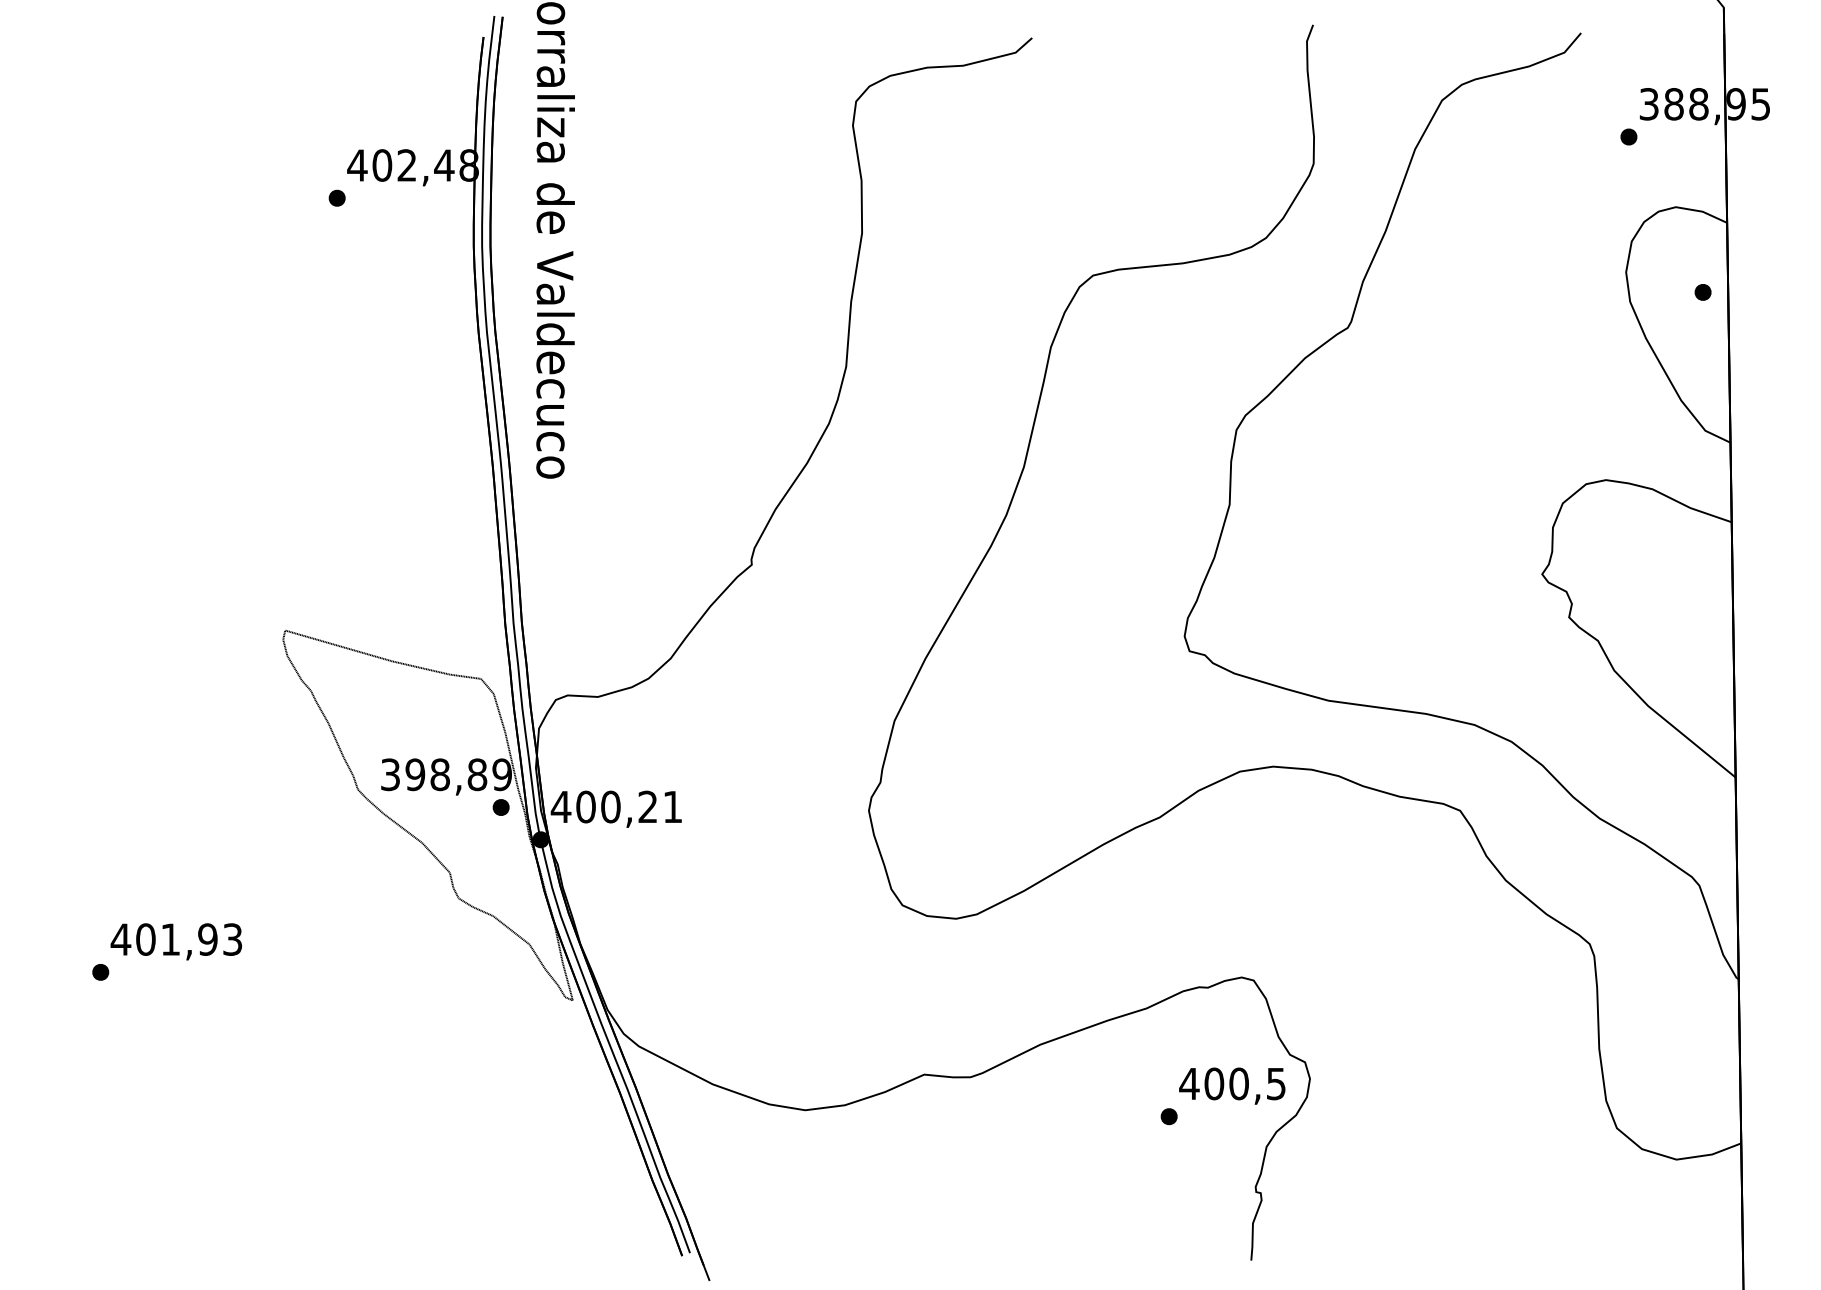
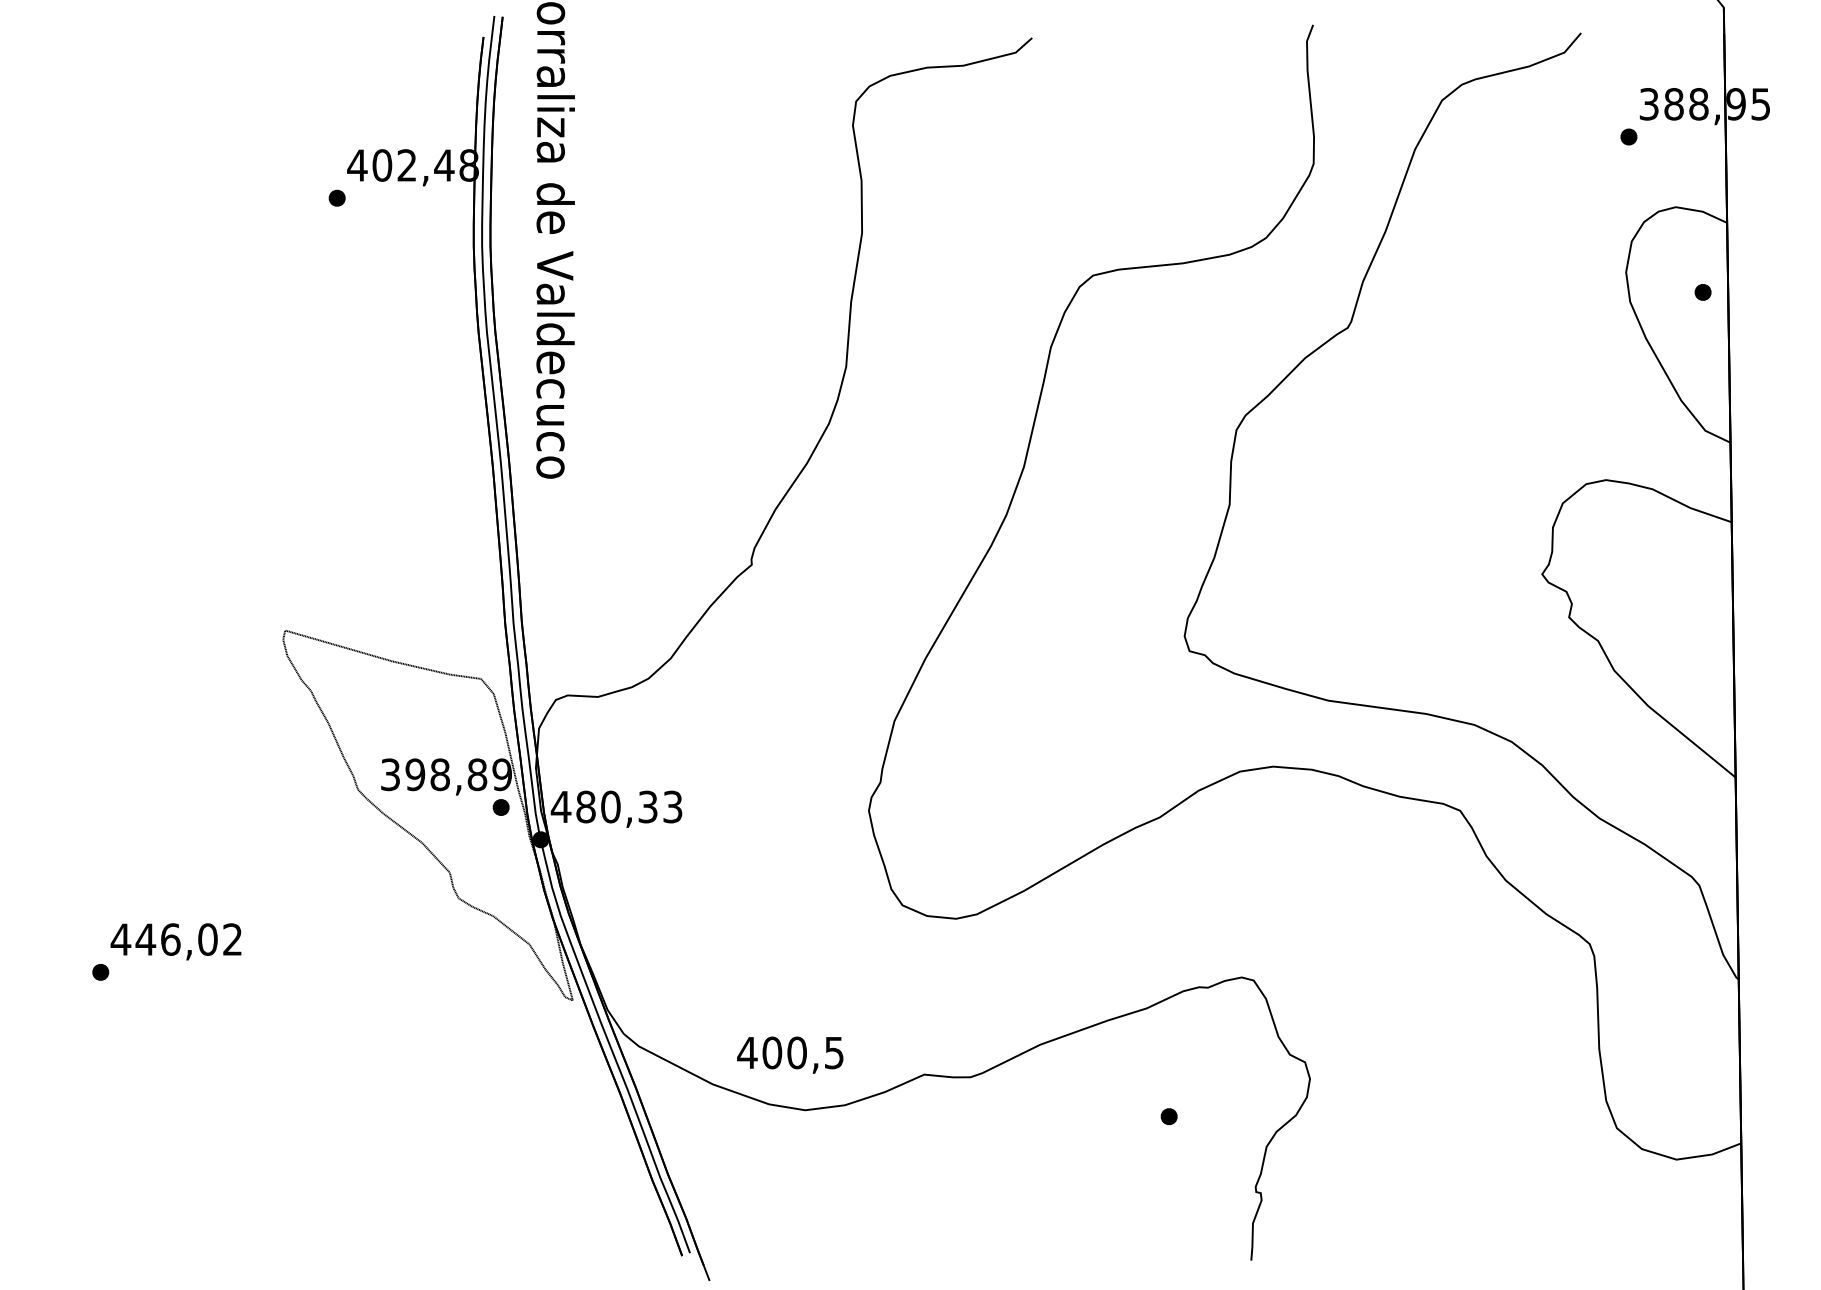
text at (629, 806): 400,21 -> 480,33
text at (188, 939): 401,93 -> 446,02
text at (1232, 1085) position: (1232, 1085) -> (790, 1054)
